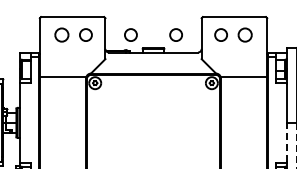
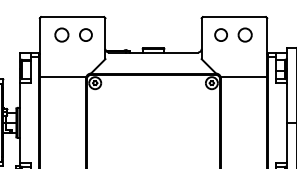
circle at (130, 34): present -> none
circle at (175, 34): present -> none
line at (287, 141): dashed -> solid
line at (296, 145): dashed -> solid
